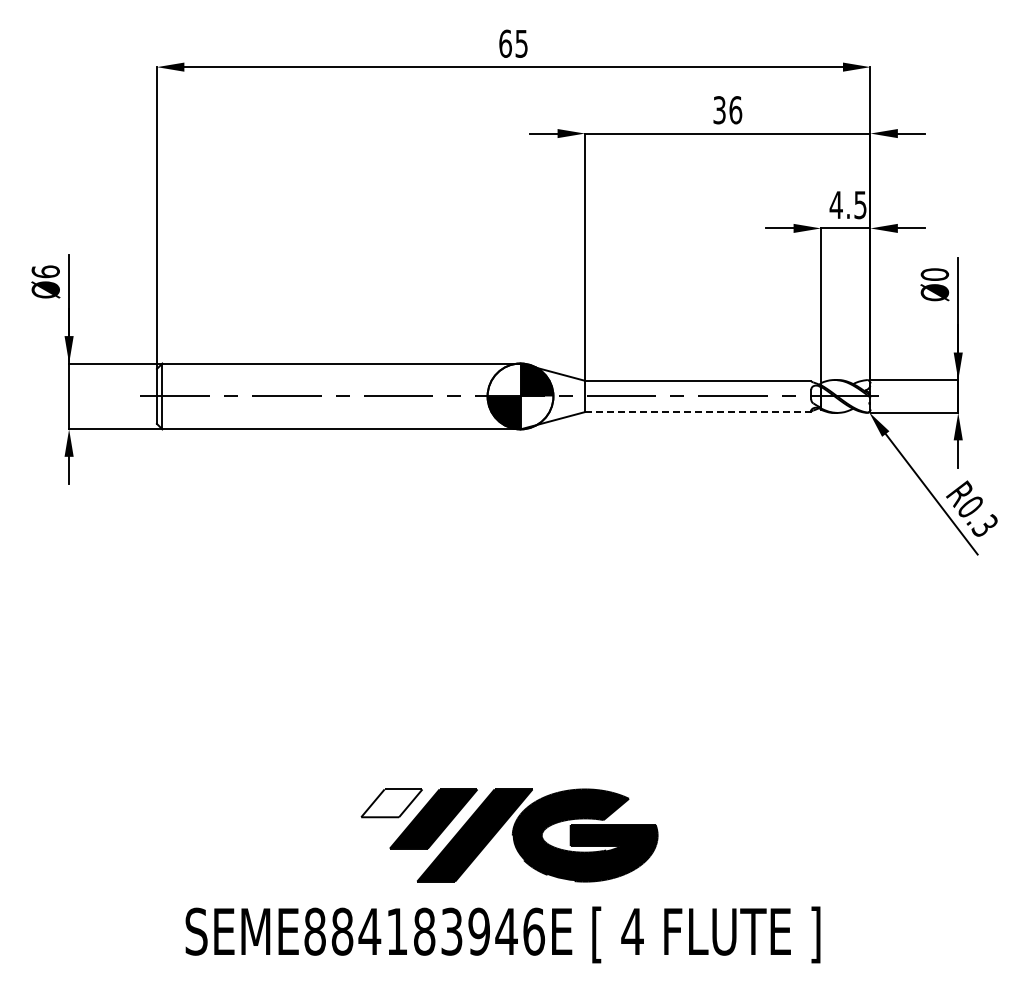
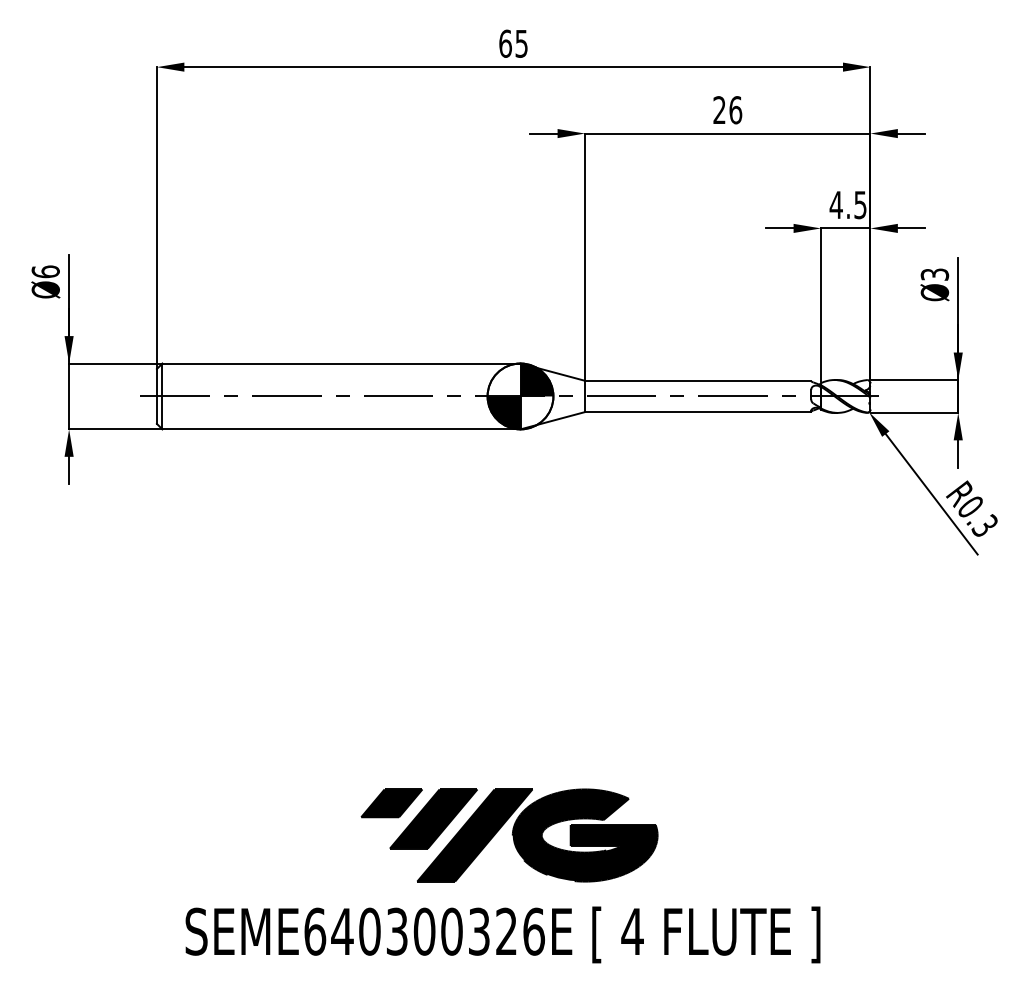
text at (719, 110): 36 -> 26
text at (934, 274): Ø0 -> Ø3
line at (698, 412): dashed -> solid
fill at (391, 803): none -> present
text at (410, 931): SEME884183946E -> SEME640300326E
